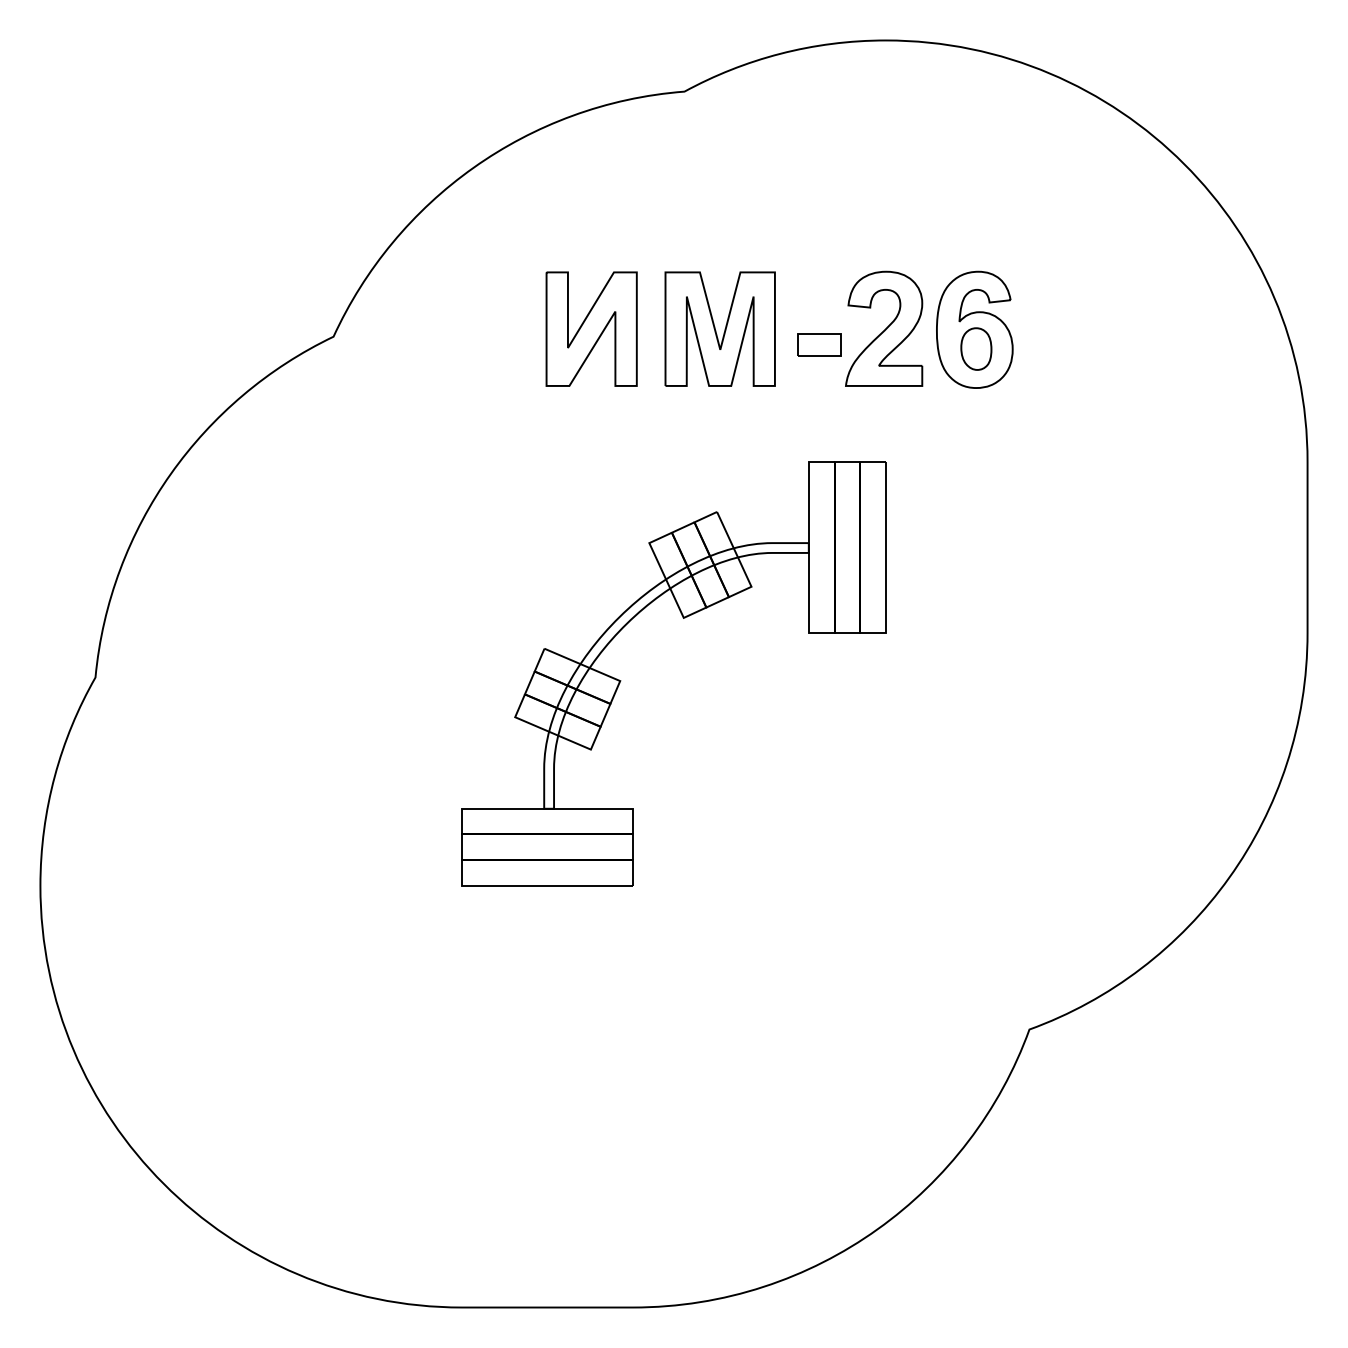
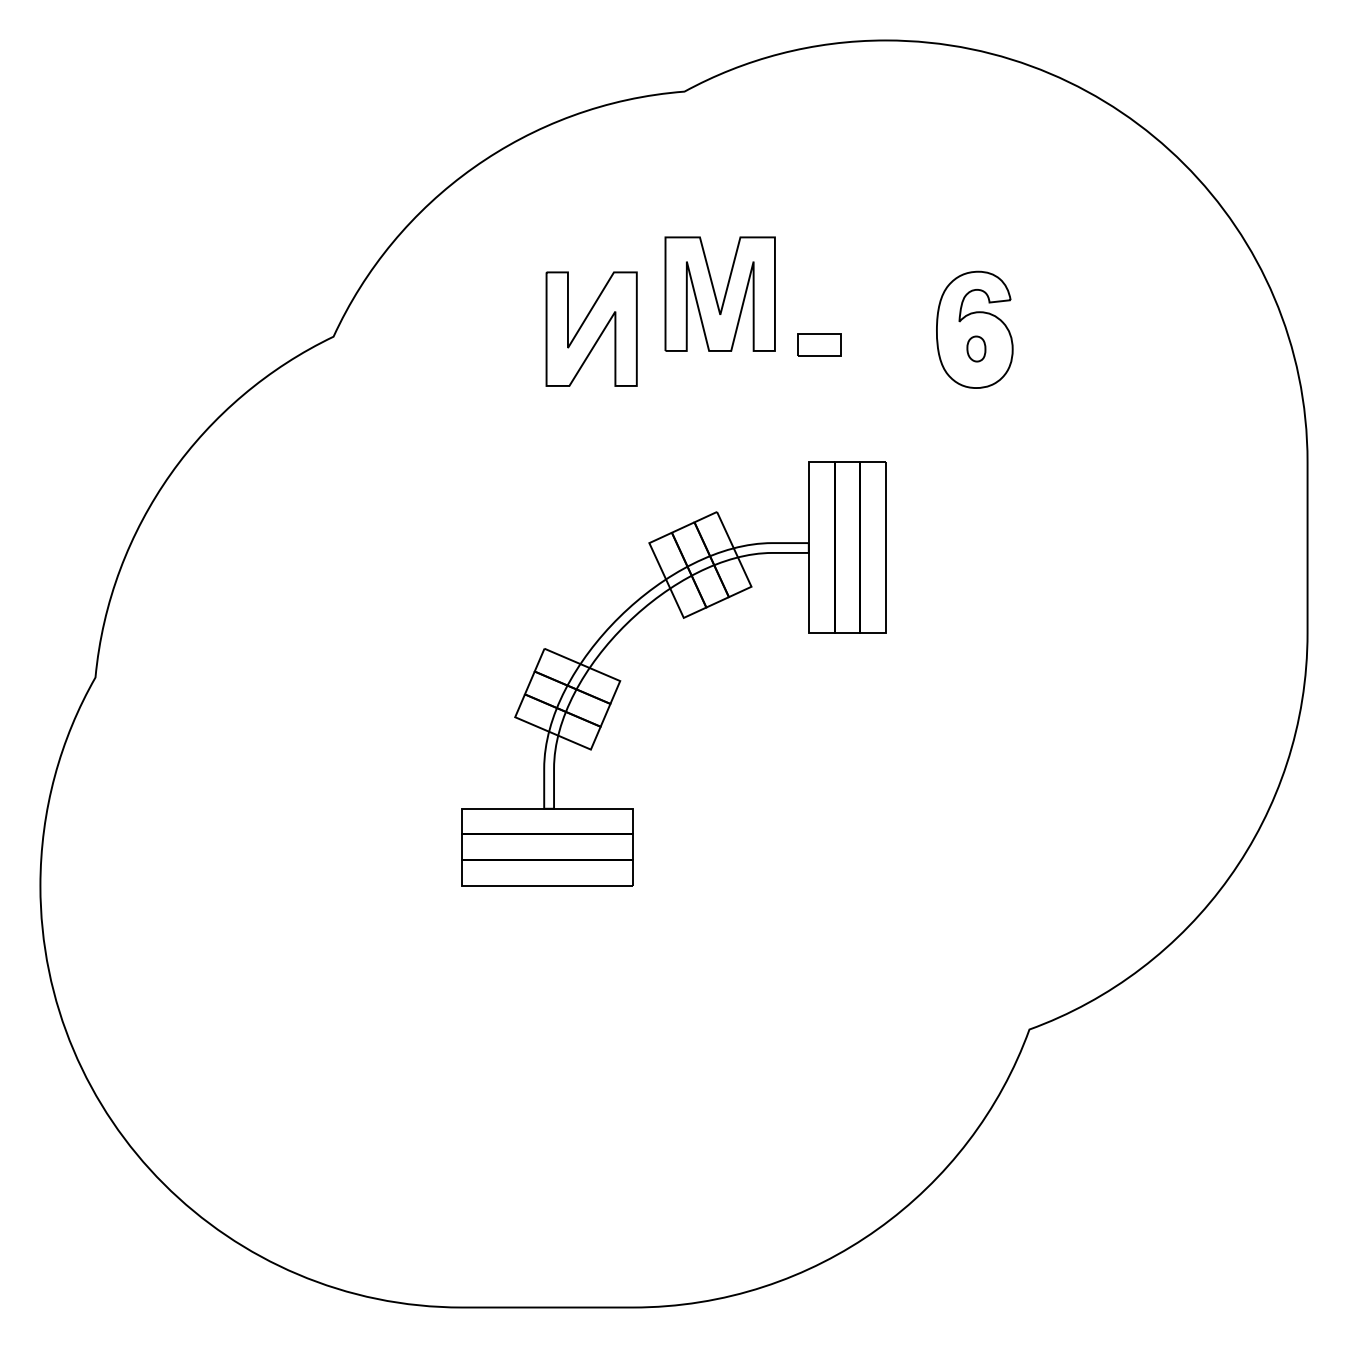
part at (719, 328) position: (719, 328) -> (719, 293)
part at (884, 328): present -> none
part at (976, 348) size: 33x44 px -> 21x28 px
